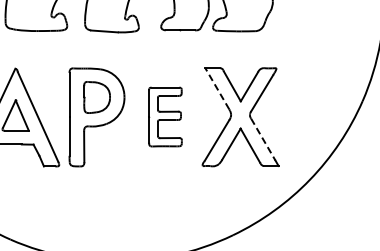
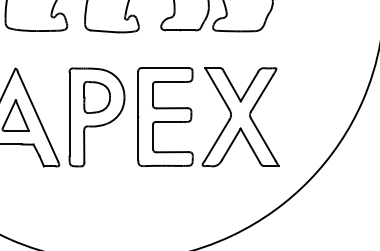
line at (217, 88): dashed -> solid
part at (165, 116) size: 35x62 px -> 57x100 px
line at (263, 140): dashed -> solid
